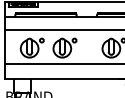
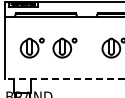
line at (63, 29): present -> none
line at (63, 64): present -> none
line at (64, 79): solid -> dashed
